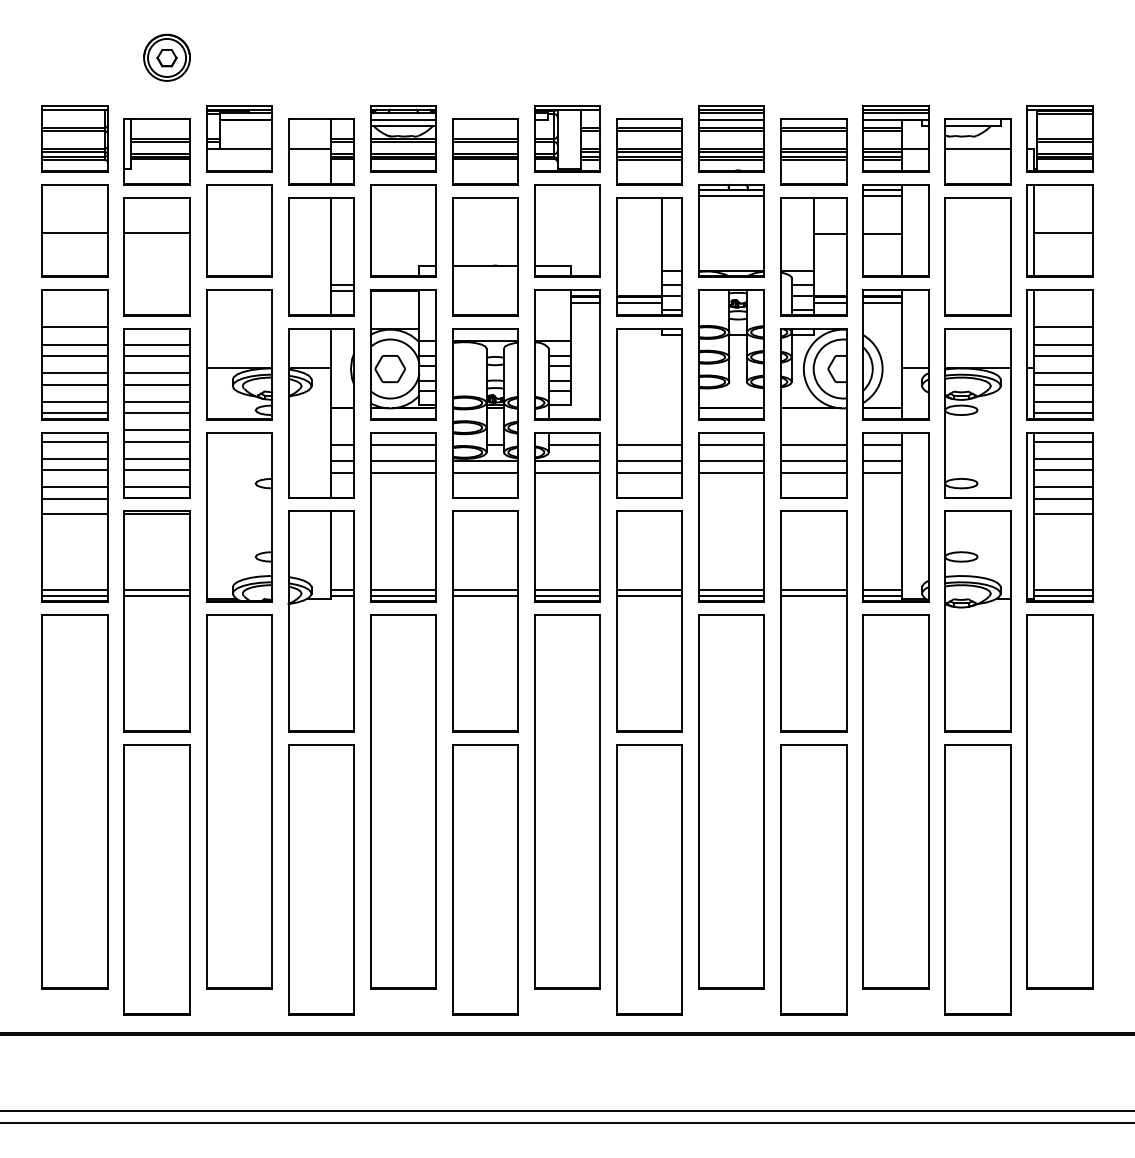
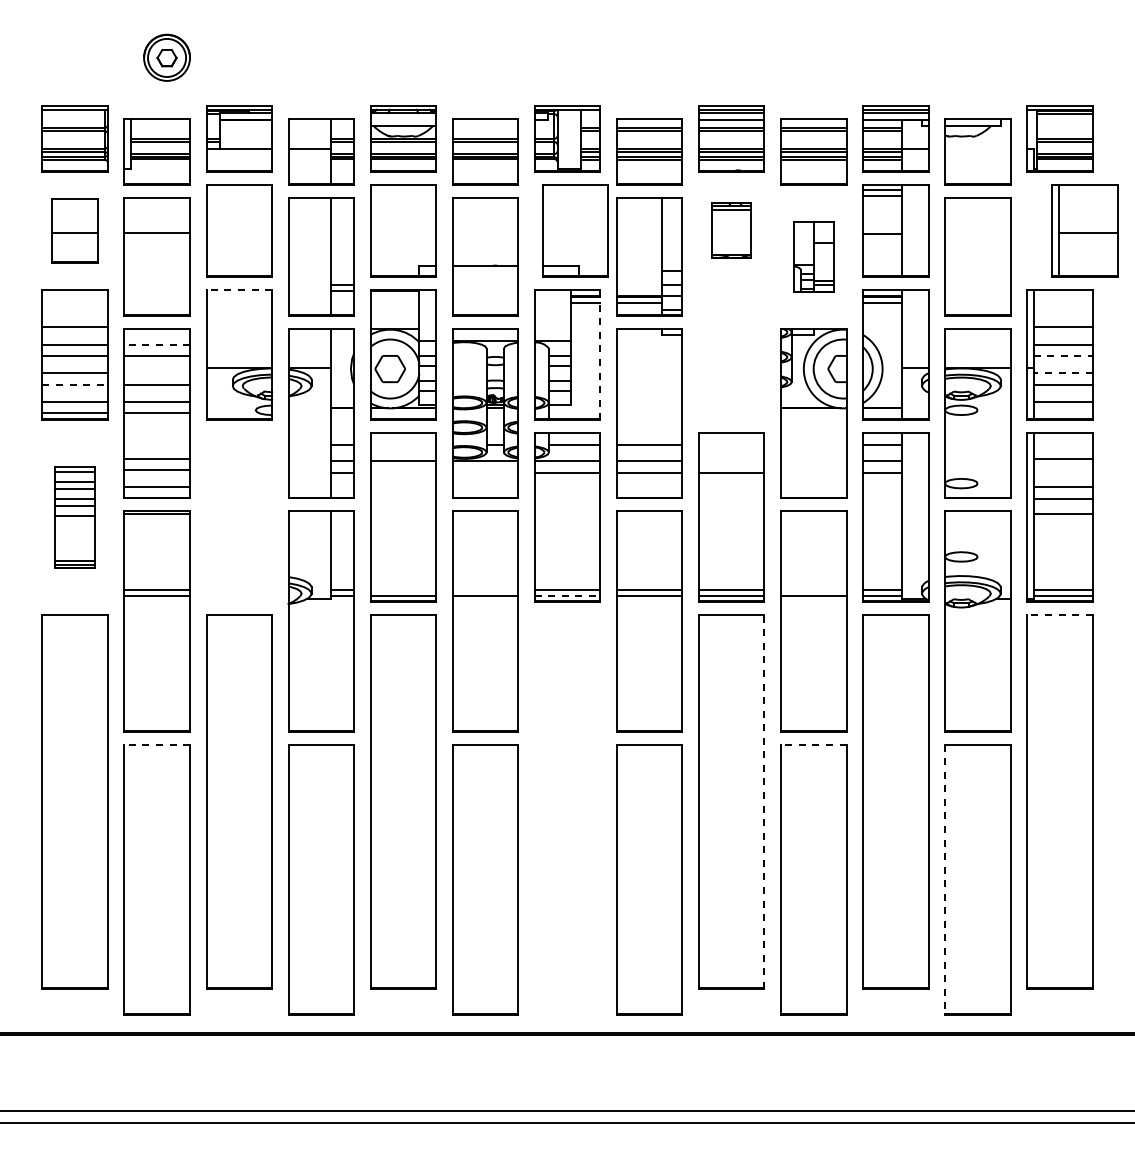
line at (403, 119): present -> none
line at (977, 148): present -> none
part at (74, 230) size: 68x94 px -> 48x66 px
part at (567, 230) position: (567, 230) -> (575, 230)
part at (731, 230) size: 67x95 px -> 41x57 px
part at (1059, 230) position: (1059, 230) -> (1084, 230)
part at (813, 256) size: 68x120 px -> 42x72 px
line at (239, 289): solid -> dashed
line at (157, 344): solid -> dashed
line at (600, 354): solid -> dashed
part at (731, 354): present -> none
line at (1063, 356): solid -> dashed
line at (157, 373): present -> none
line at (1063, 373): solid -> dashed
line at (75, 384): solid -> dashed
line at (1062, 413): present -> none
line at (157, 430): present -> none
line at (157, 441): present -> none
line at (1062, 441): present -> none
line at (403, 444): present -> none
line at (731, 444): present -> none
line at (813, 444): present -> none
line at (731, 460): present -> none
line at (813, 460): present -> none
line at (1062, 470): present -> none
line at (403, 473): present -> none
line at (485, 473): present -> none
line at (813, 473): present -> none
part at (74, 517) size: 68x171 px -> 42x103 px
part at (239, 517): present -> none
line at (403, 589): present -> none
line at (485, 589): present -> none
line at (813, 589): present -> none
line at (567, 596): solid -> dashed
line at (1059, 615): solid -> dashed
line at (157, 744): solid -> dashed
line at (813, 744): solid -> dashed
part at (567, 801): present -> none
line at (764, 802): solid -> dashed
line at (944, 879): solid -> dashed
